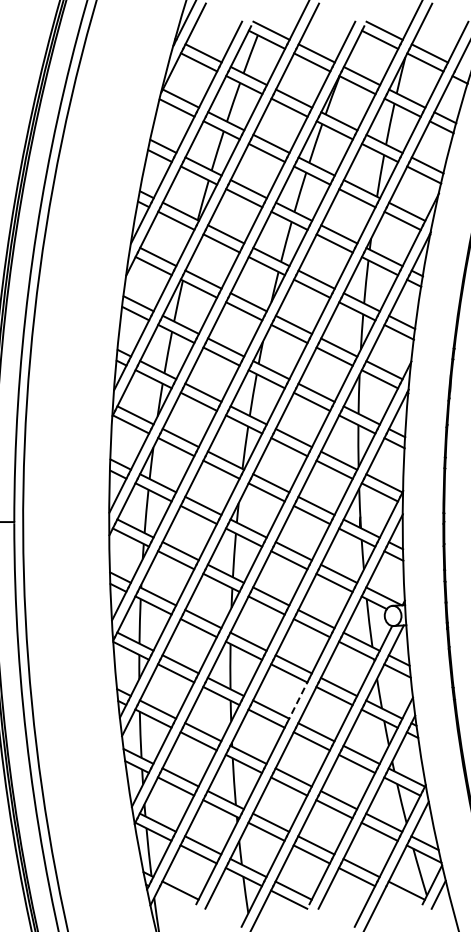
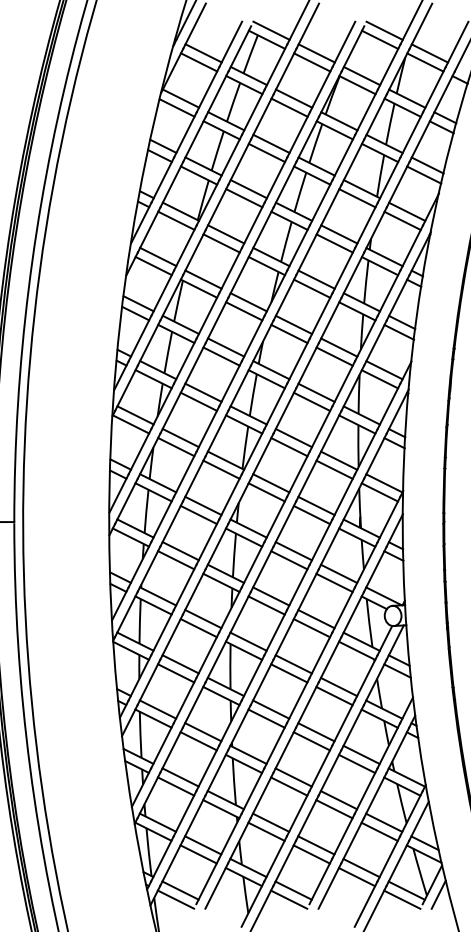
line at (298, 701): dashed -> solid
line at (175, 899): none -> present
line at (402, 899): none -> present
